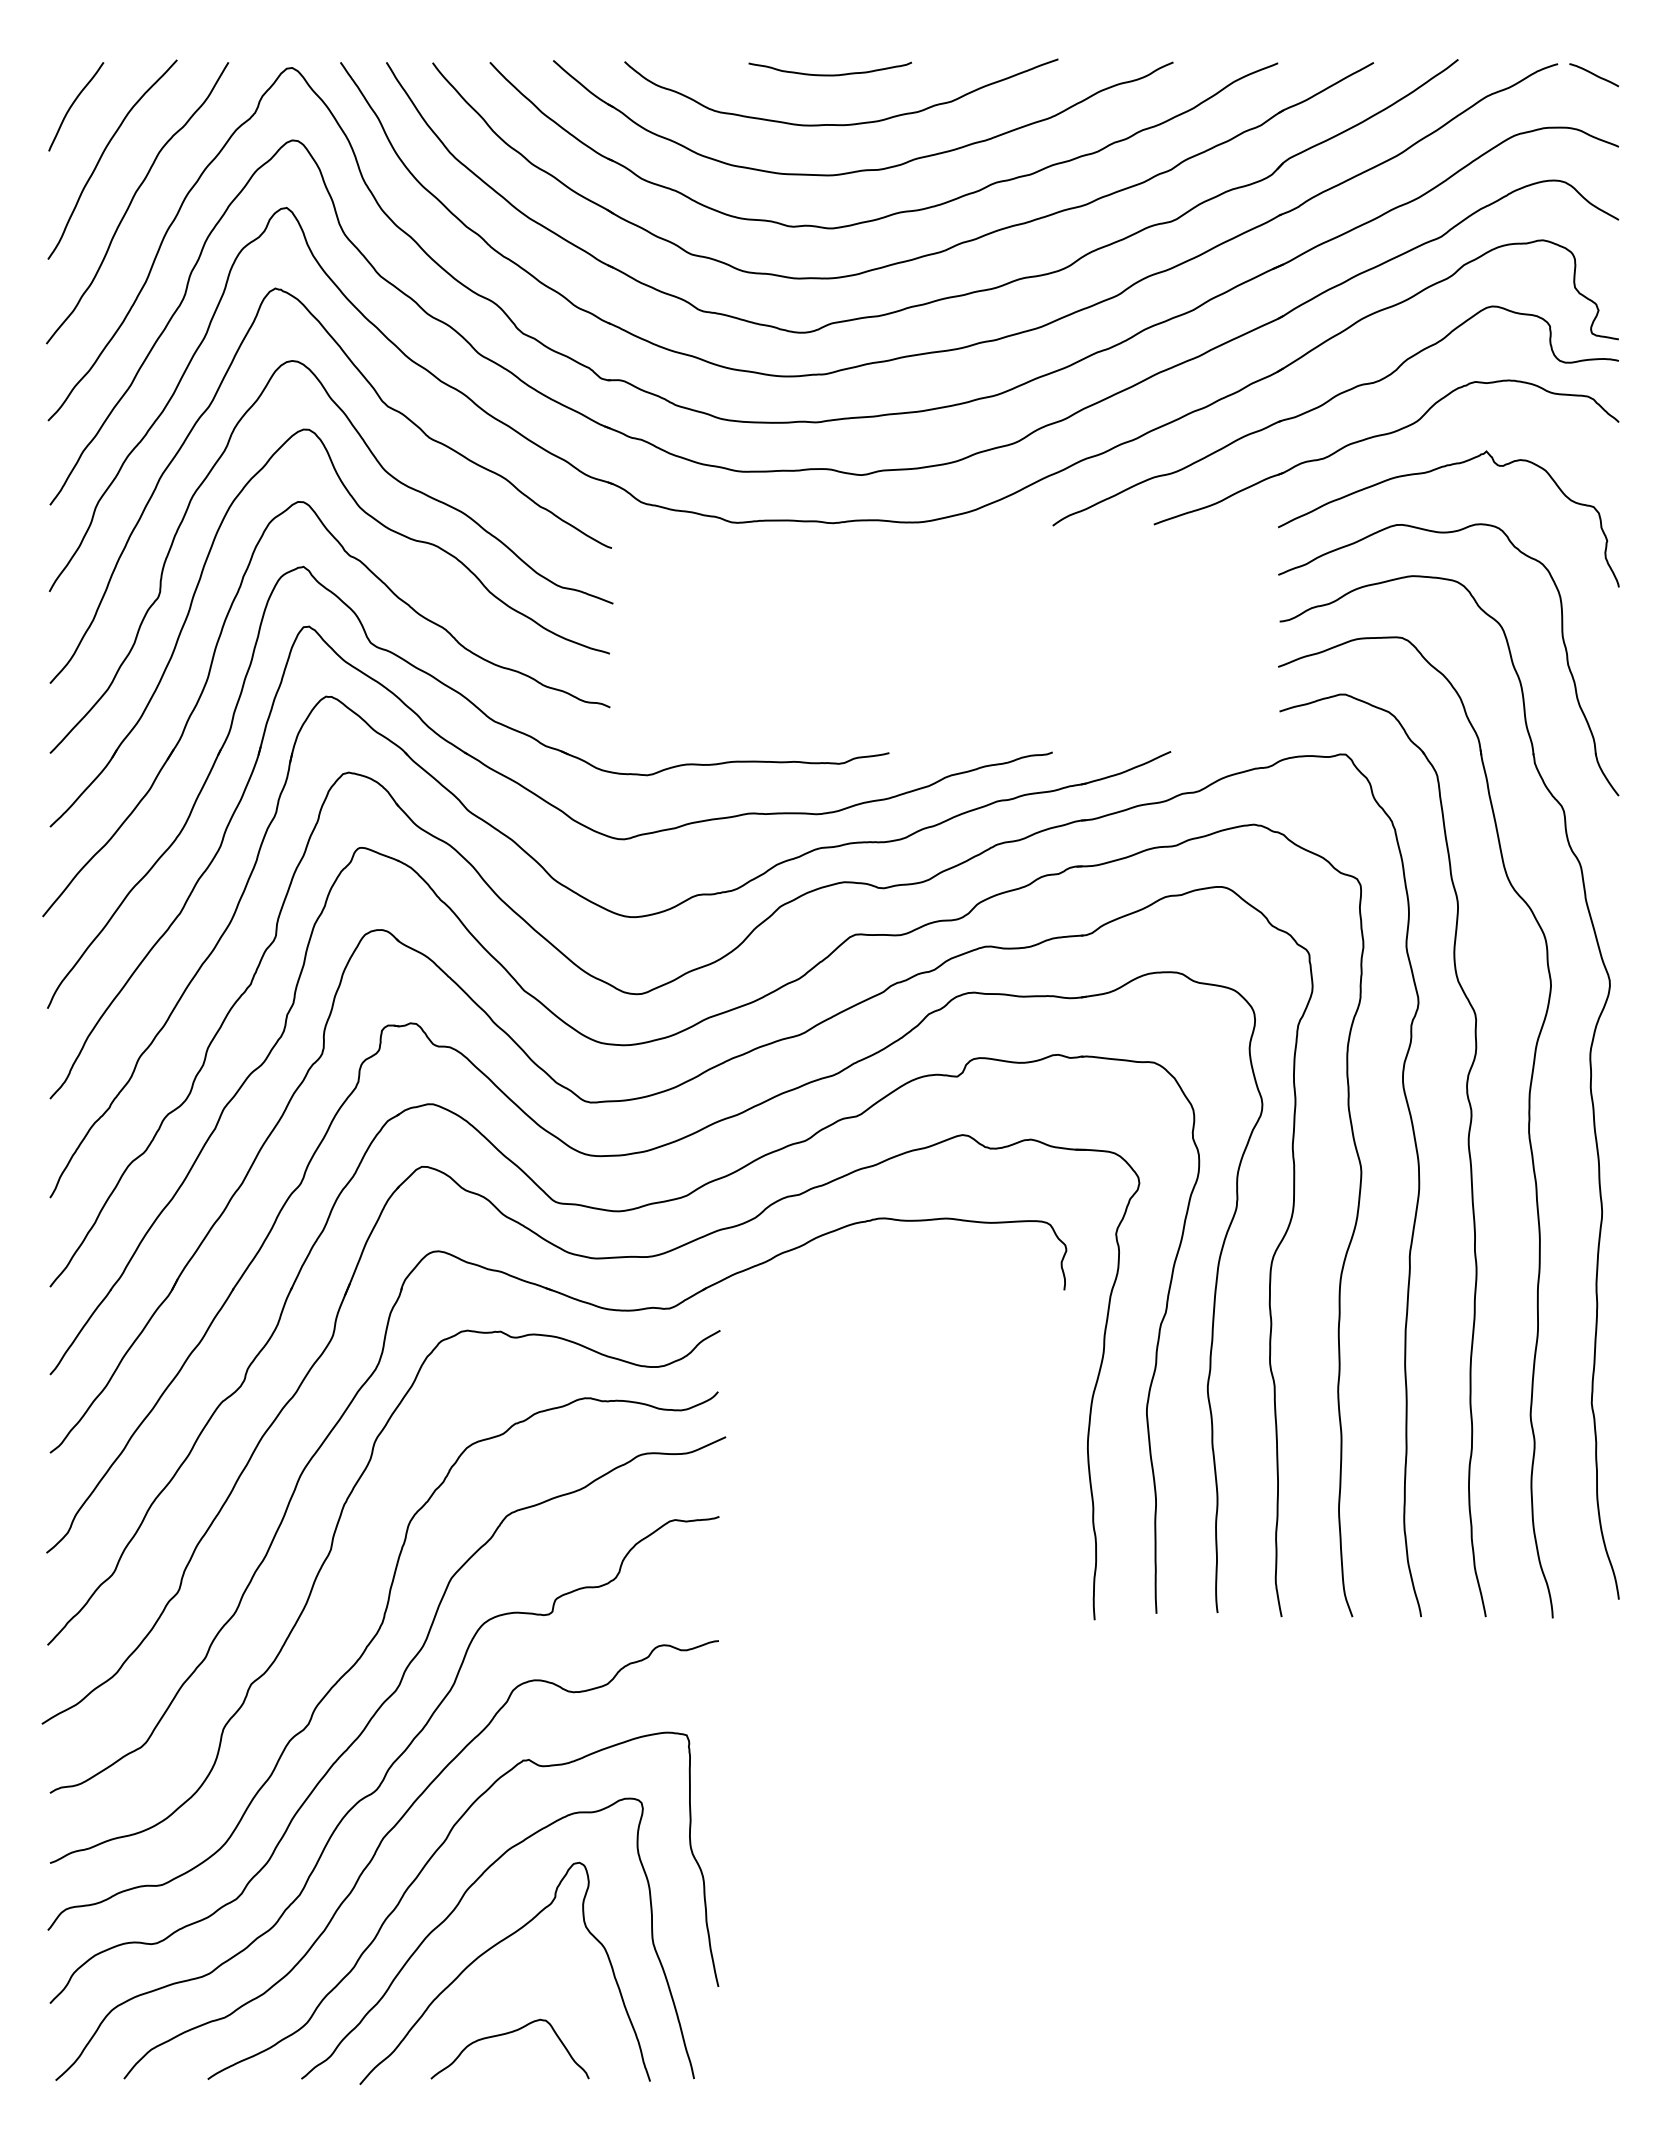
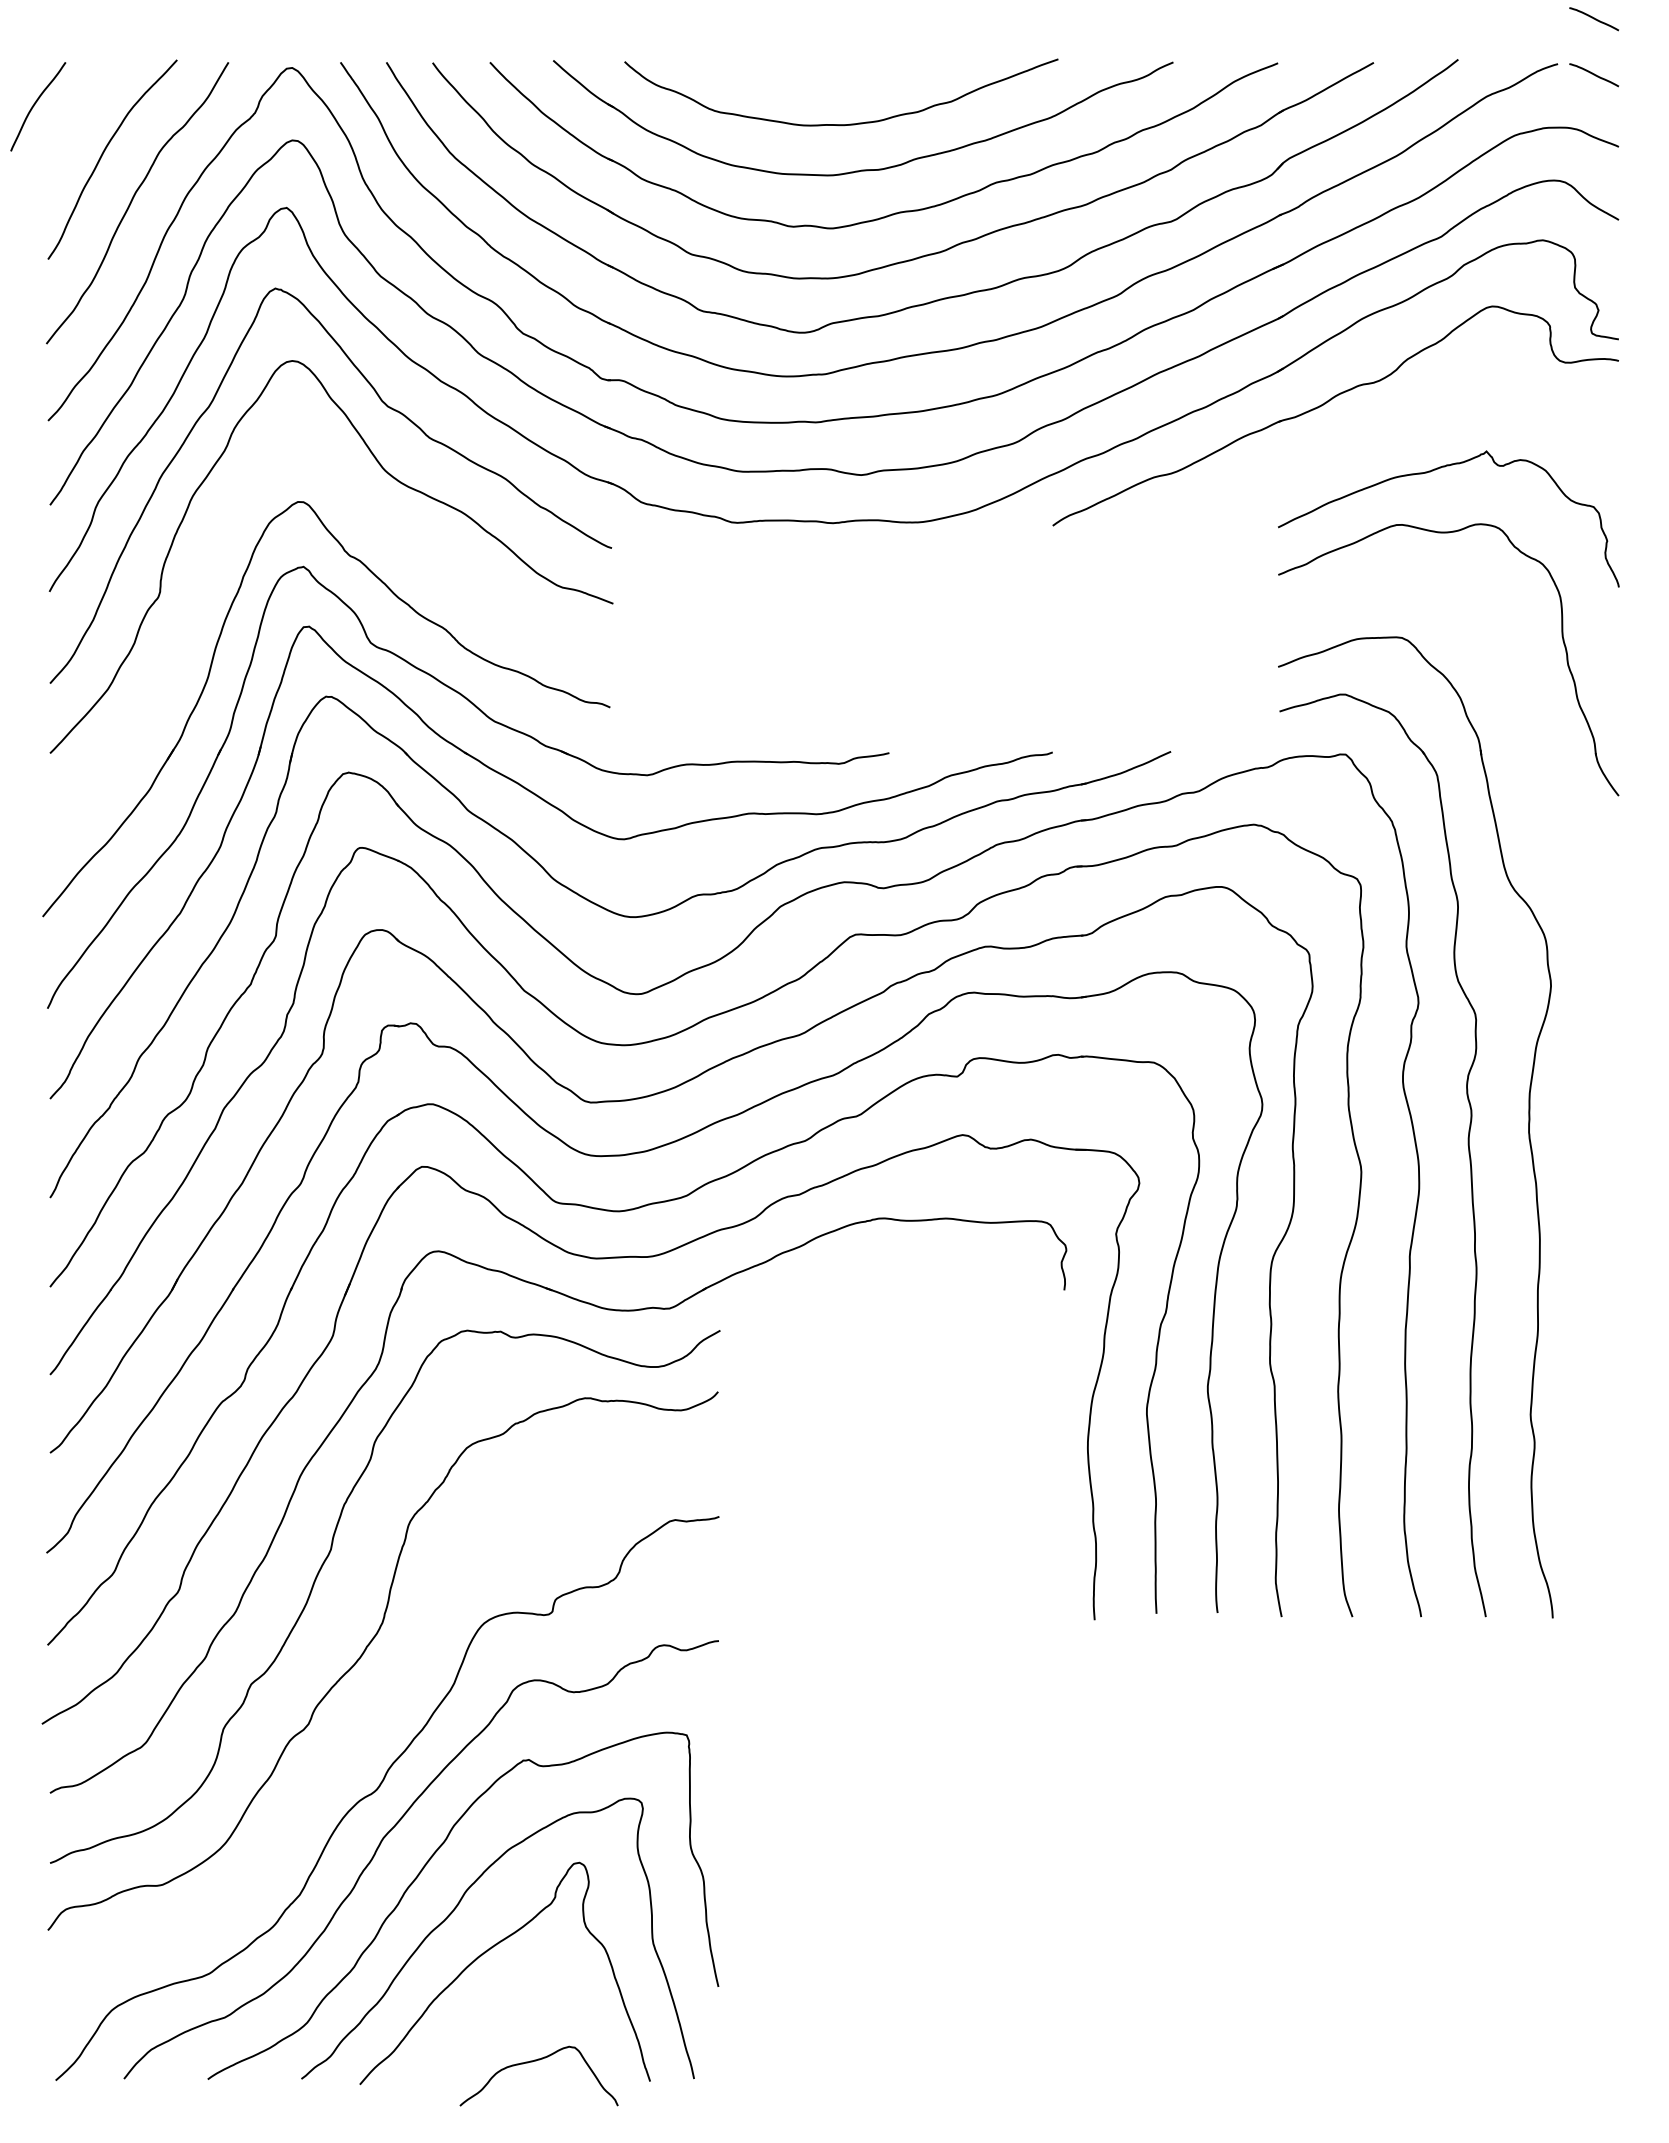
curve at (1593, 19): none -> present
curve at (829, 74): present -> none
curve at (74, 103) position: (74, 103) -> (36, 103)
part at (1385, 435): present -> none
part at (387, 529): present -> none
part at (1589, 1087): present -> none
curve at (377, 1712): present -> none
curve at (507, 2034) position: (507, 2034) -> (536, 2061)
